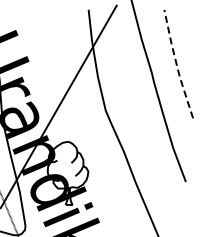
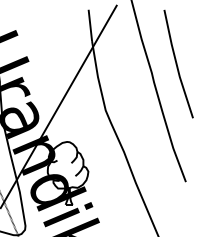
line at (176, 64): dashed -> solid
